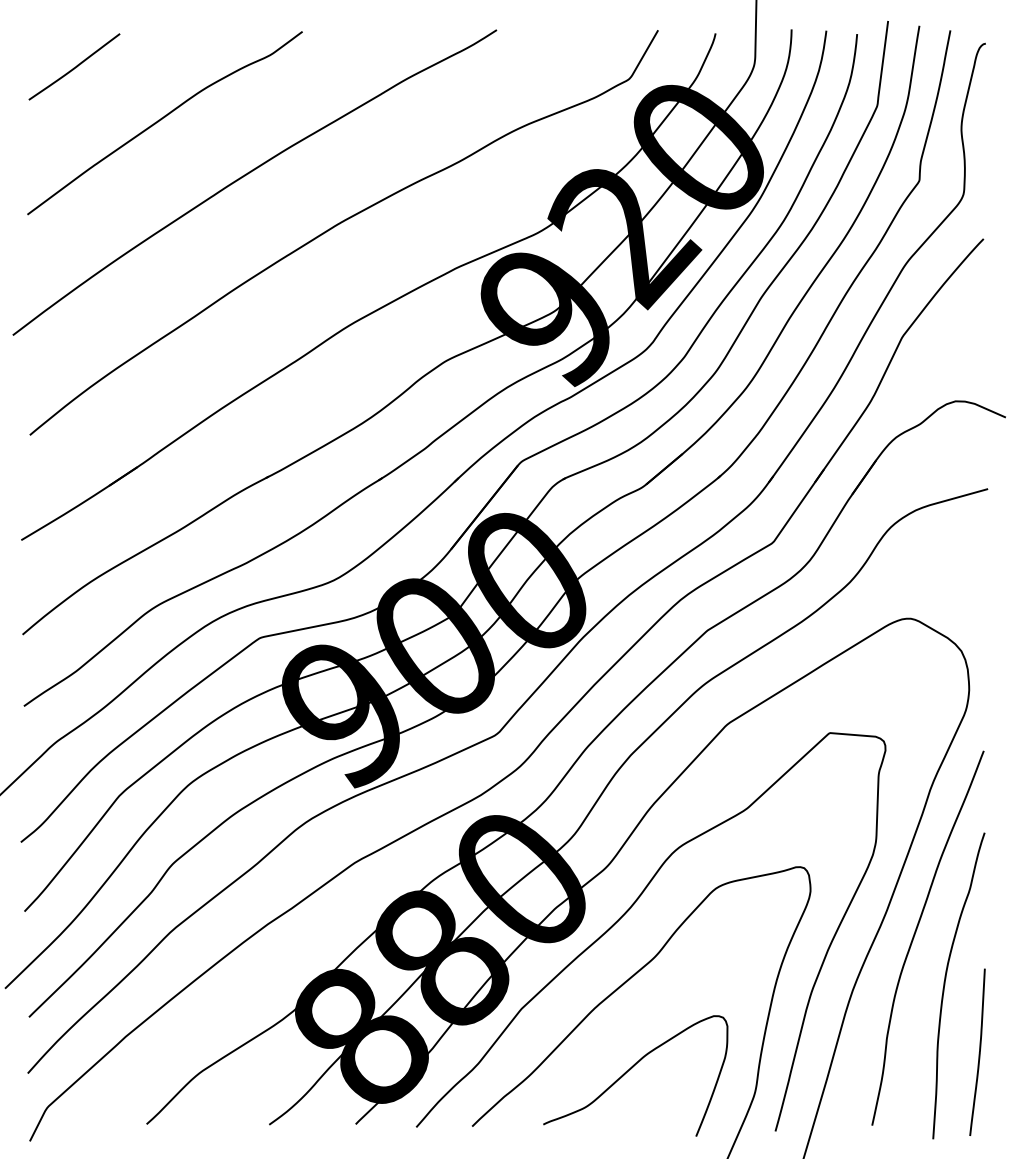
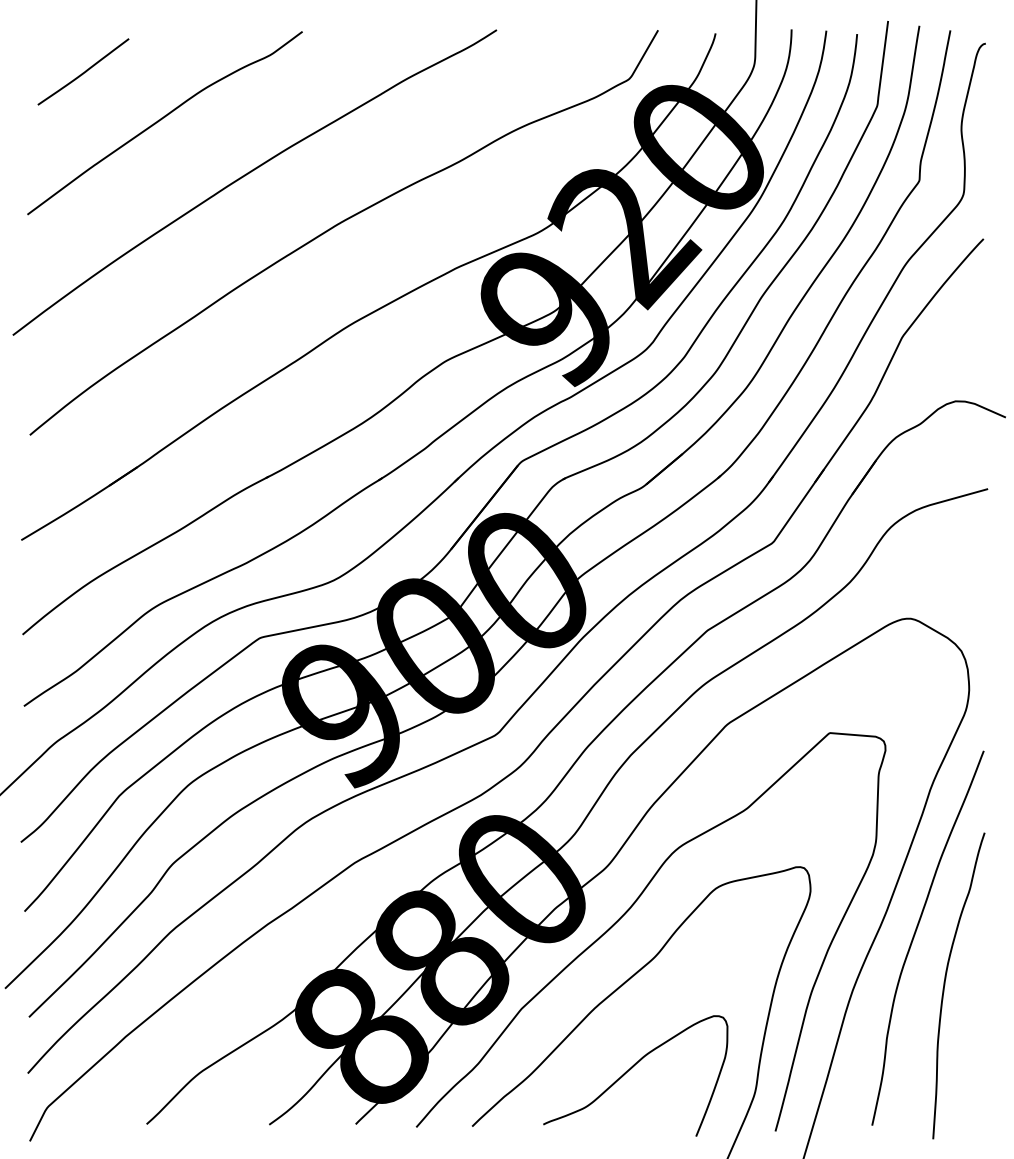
curve at (75, 66) position: (75, 66) -> (84, 71)
curve at (978, 1052): present -> none
